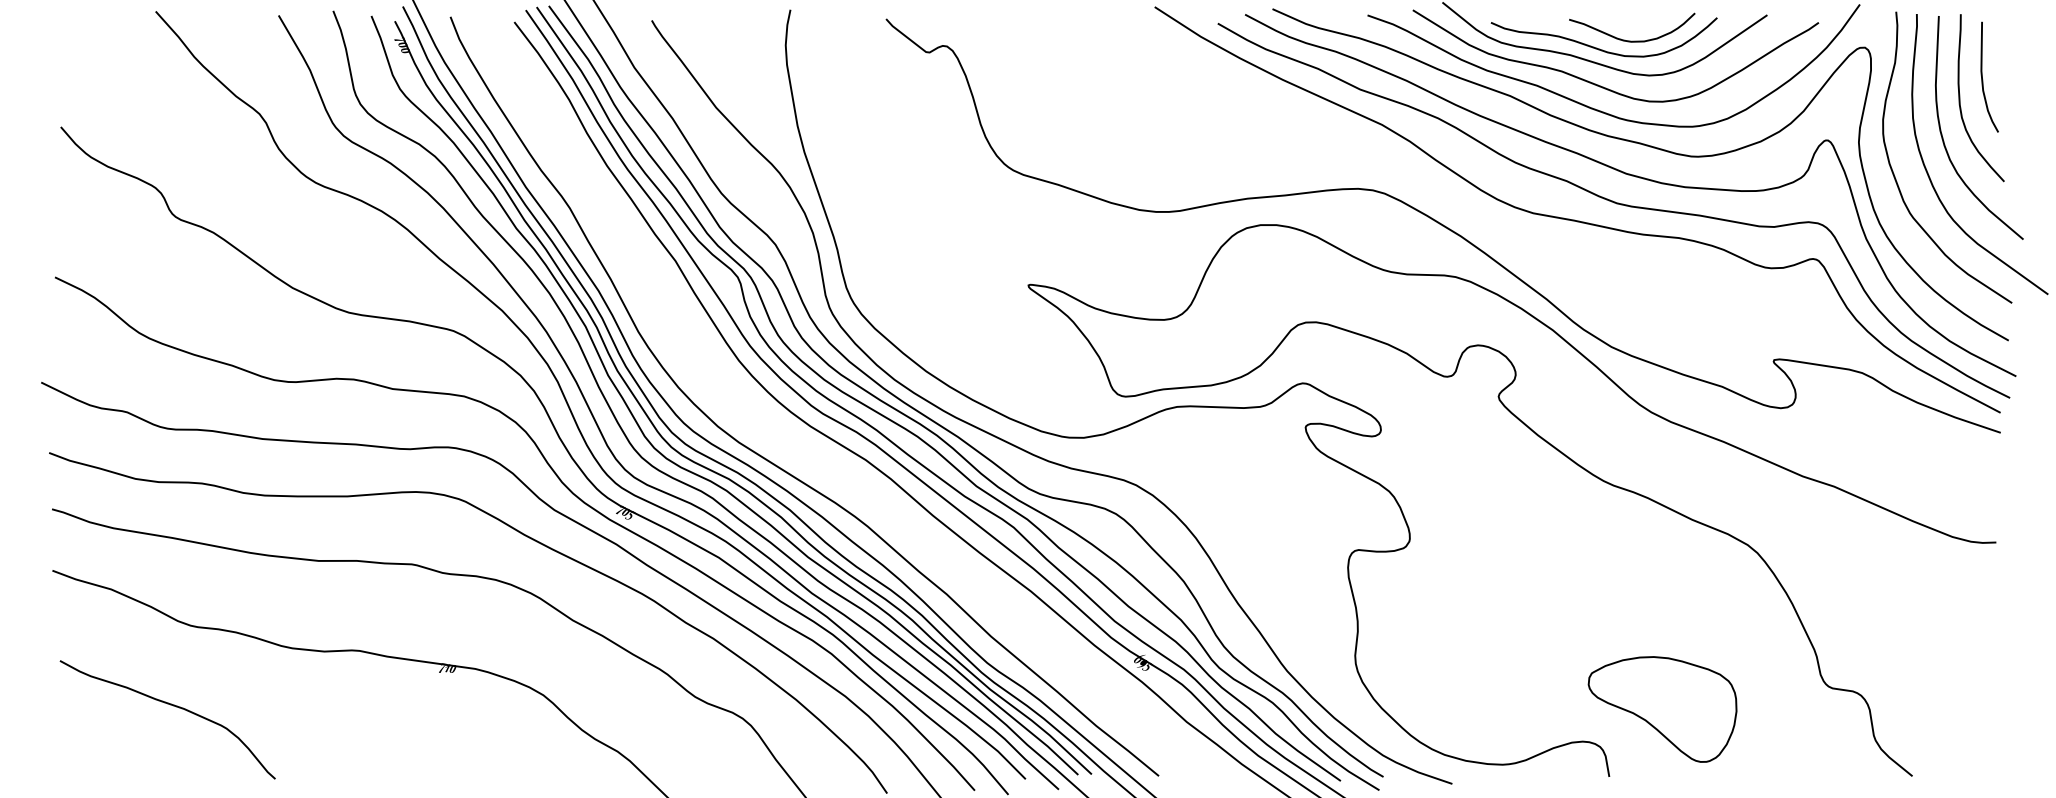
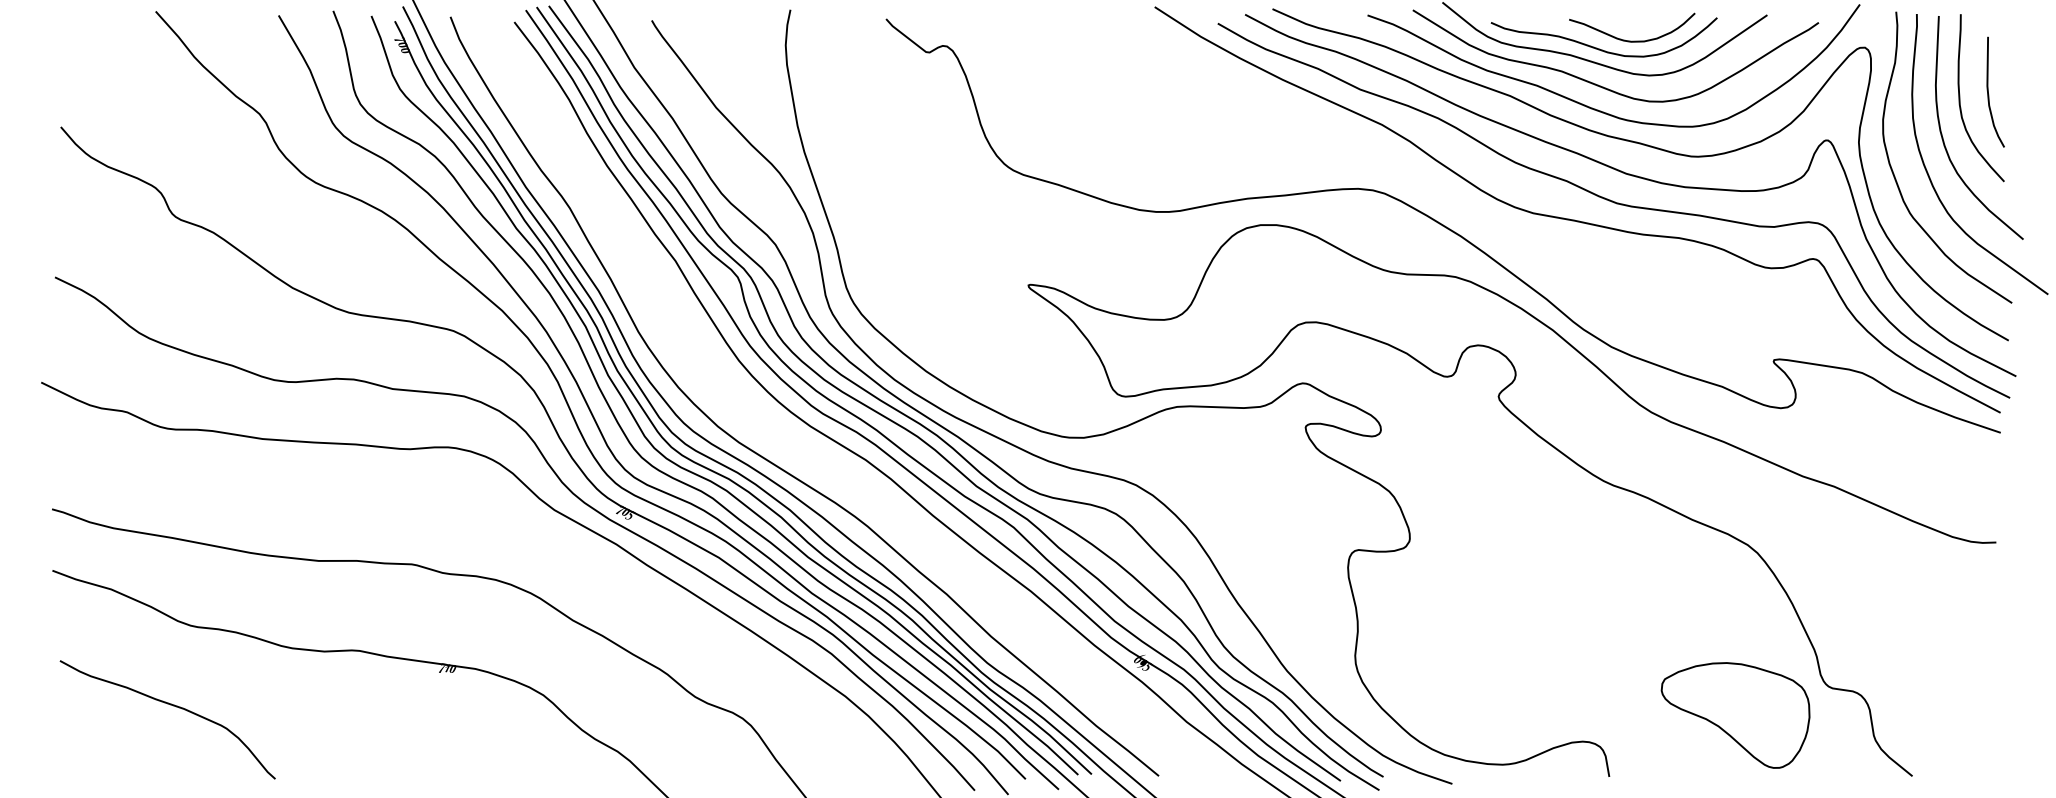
curve at (1983, 79) position: (1983, 79) -> (1989, 94)
curve at (521, 534): present -> none
part at (1662, 709) position: (1662, 709) -> (1735, 715)
